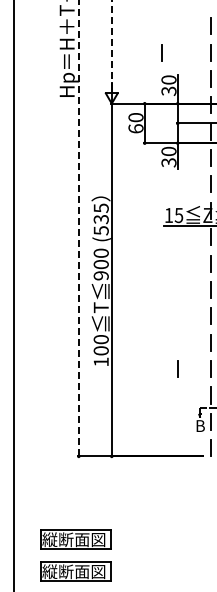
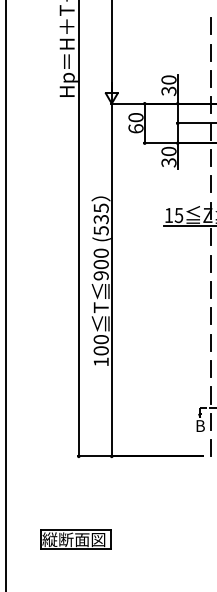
line at (111, 46): dashed -> solid
line at (161, 52): present -> none
line at (78, 228): dashed -> solid
line at (14, 295) position: (14, 295) -> (6, 295)
line at (177, 368): present -> none
part at (75, 571): present -> none
